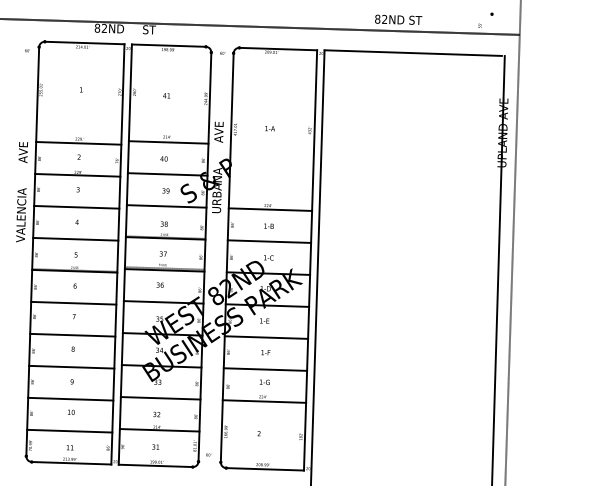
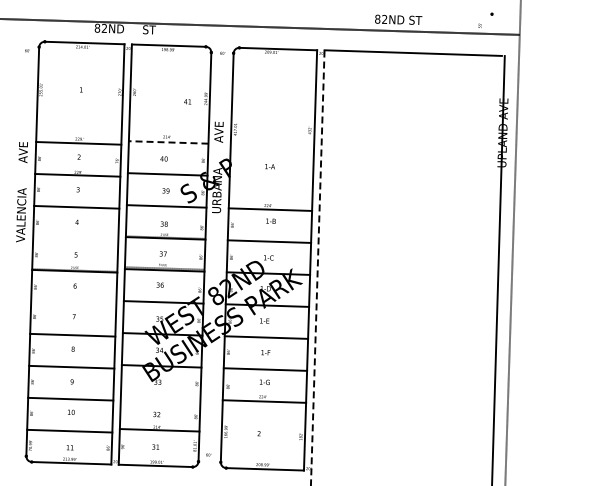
text at (166, 95) position: (166, 95) -> (187, 101)
text at (269, 128) position: (269, 128) -> (269, 166)
line at (168, 142): solid -> dashed
text at (268, 225) position: (268, 225) -> (270, 220)
line at (75, 238): present -> none
line at (317, 268): solid -> dashed
line at (73, 302): present -> none
line at (160, 398): present -> none
